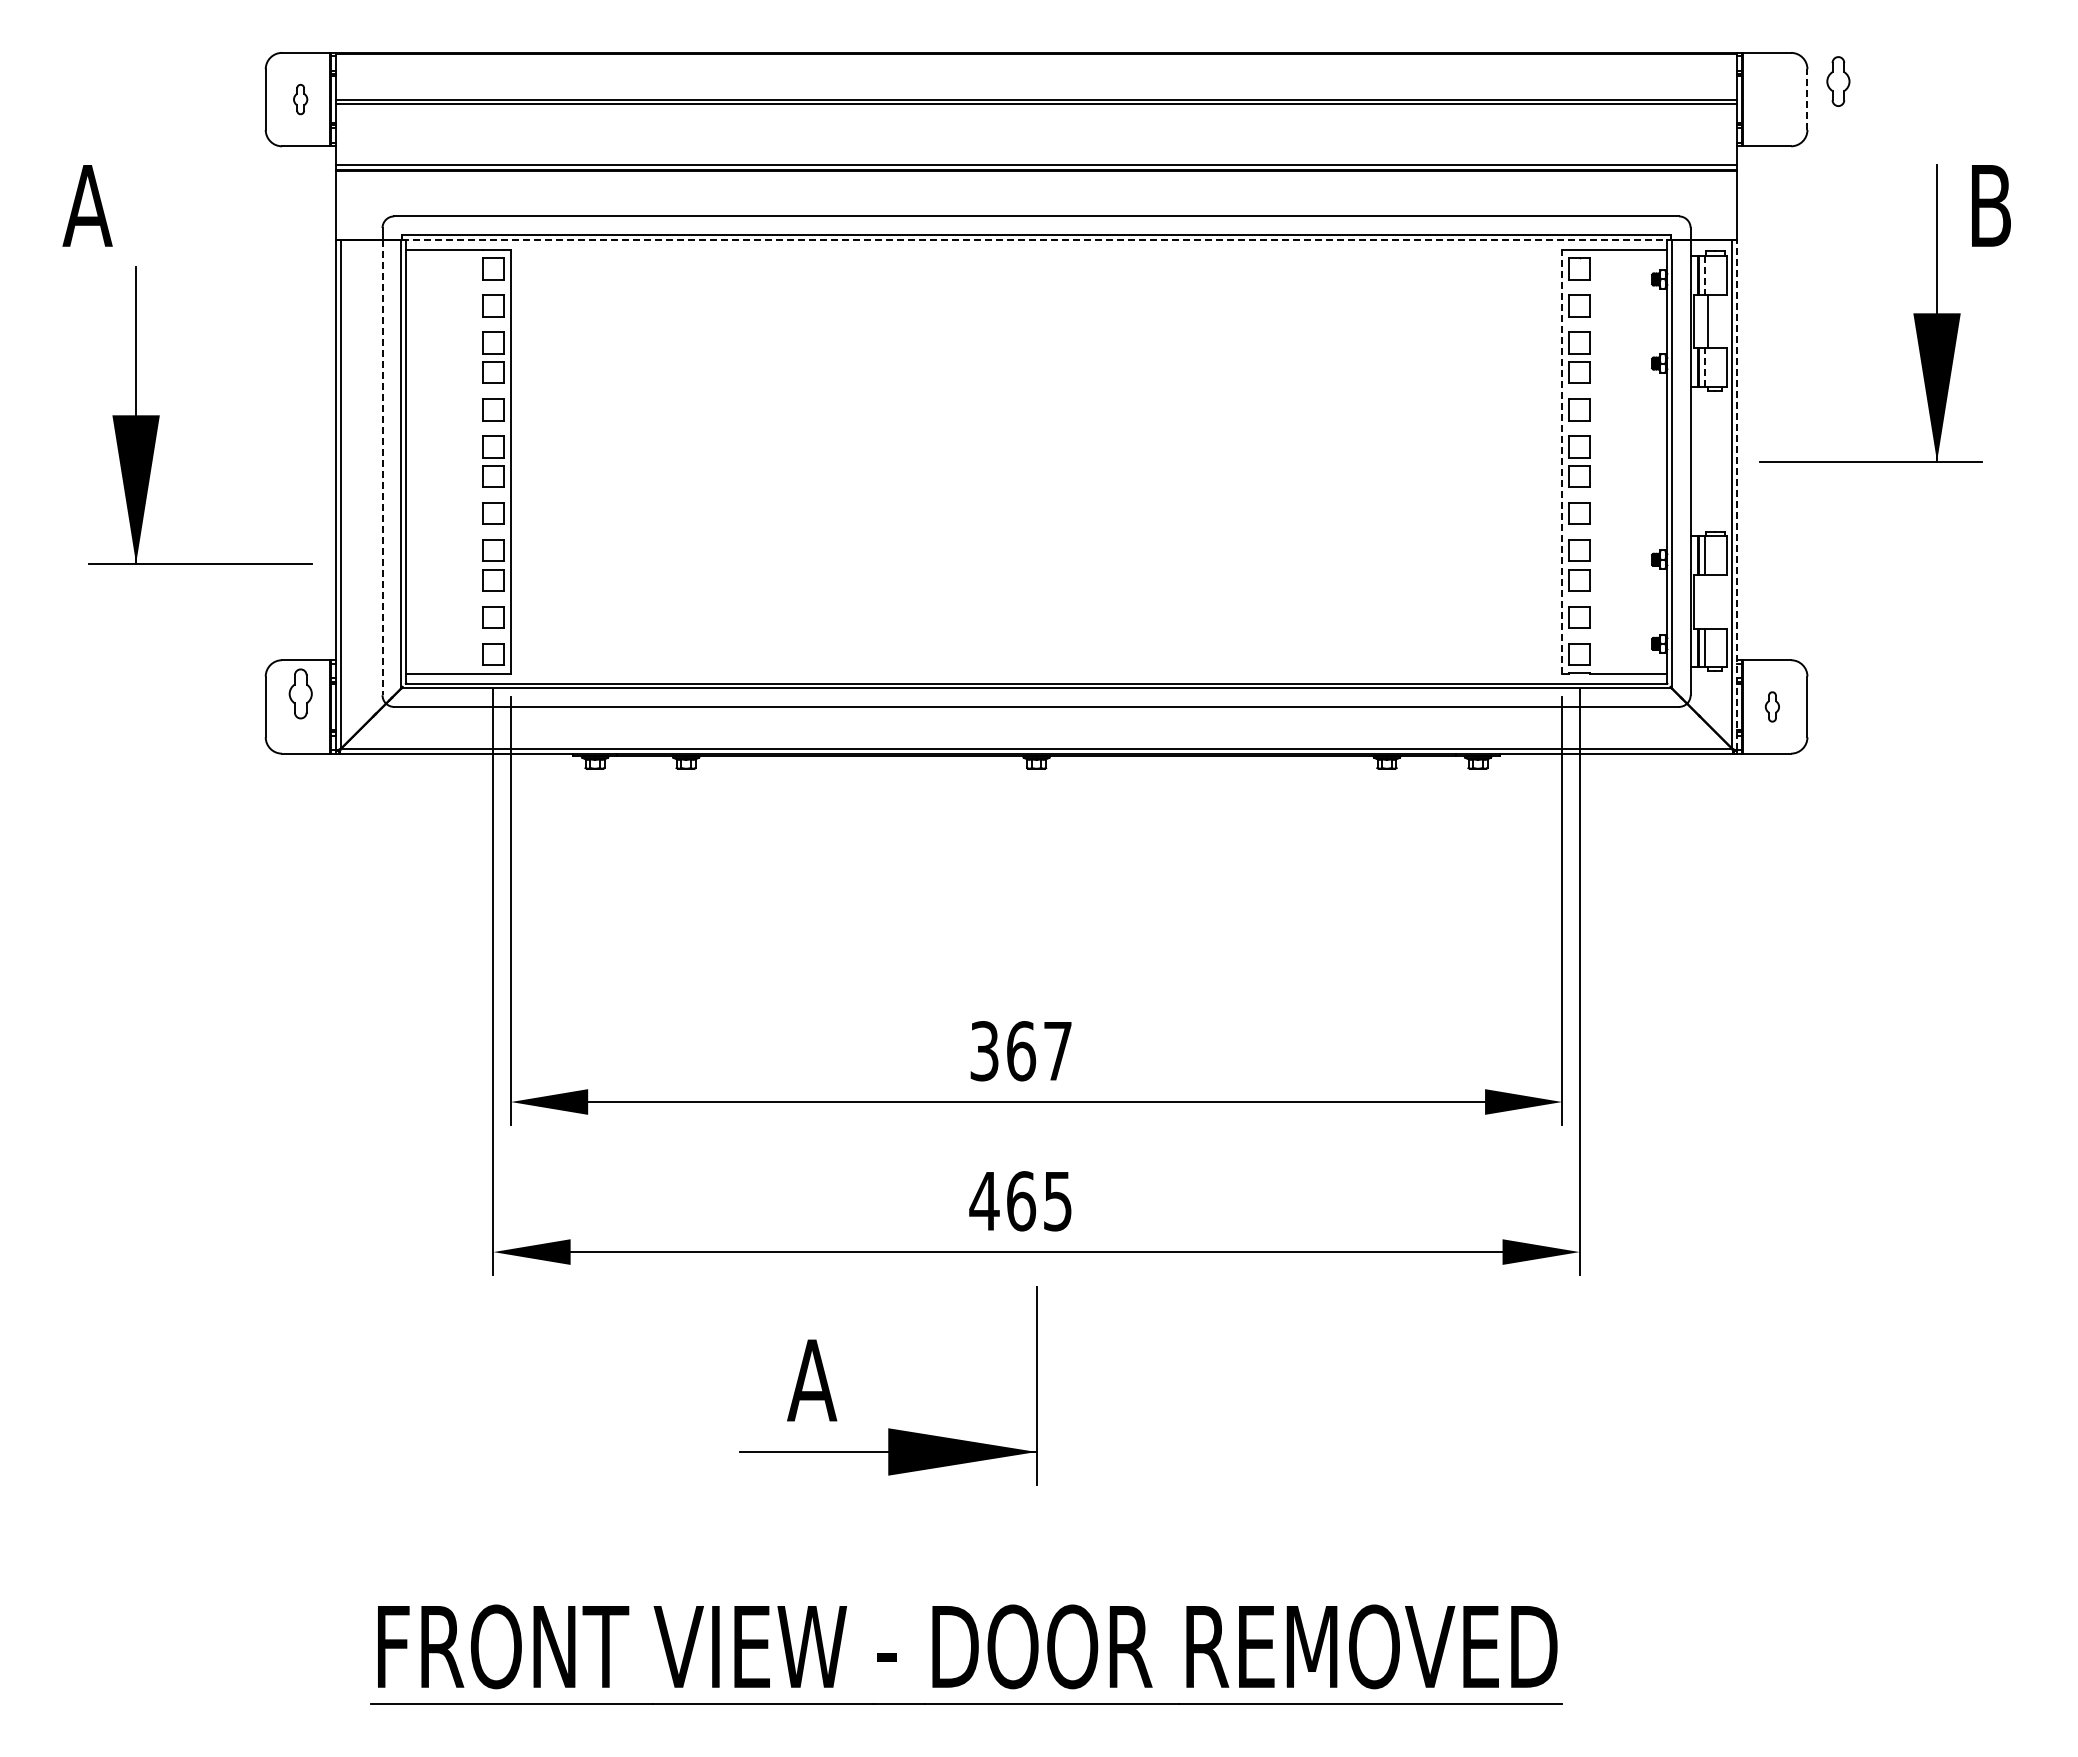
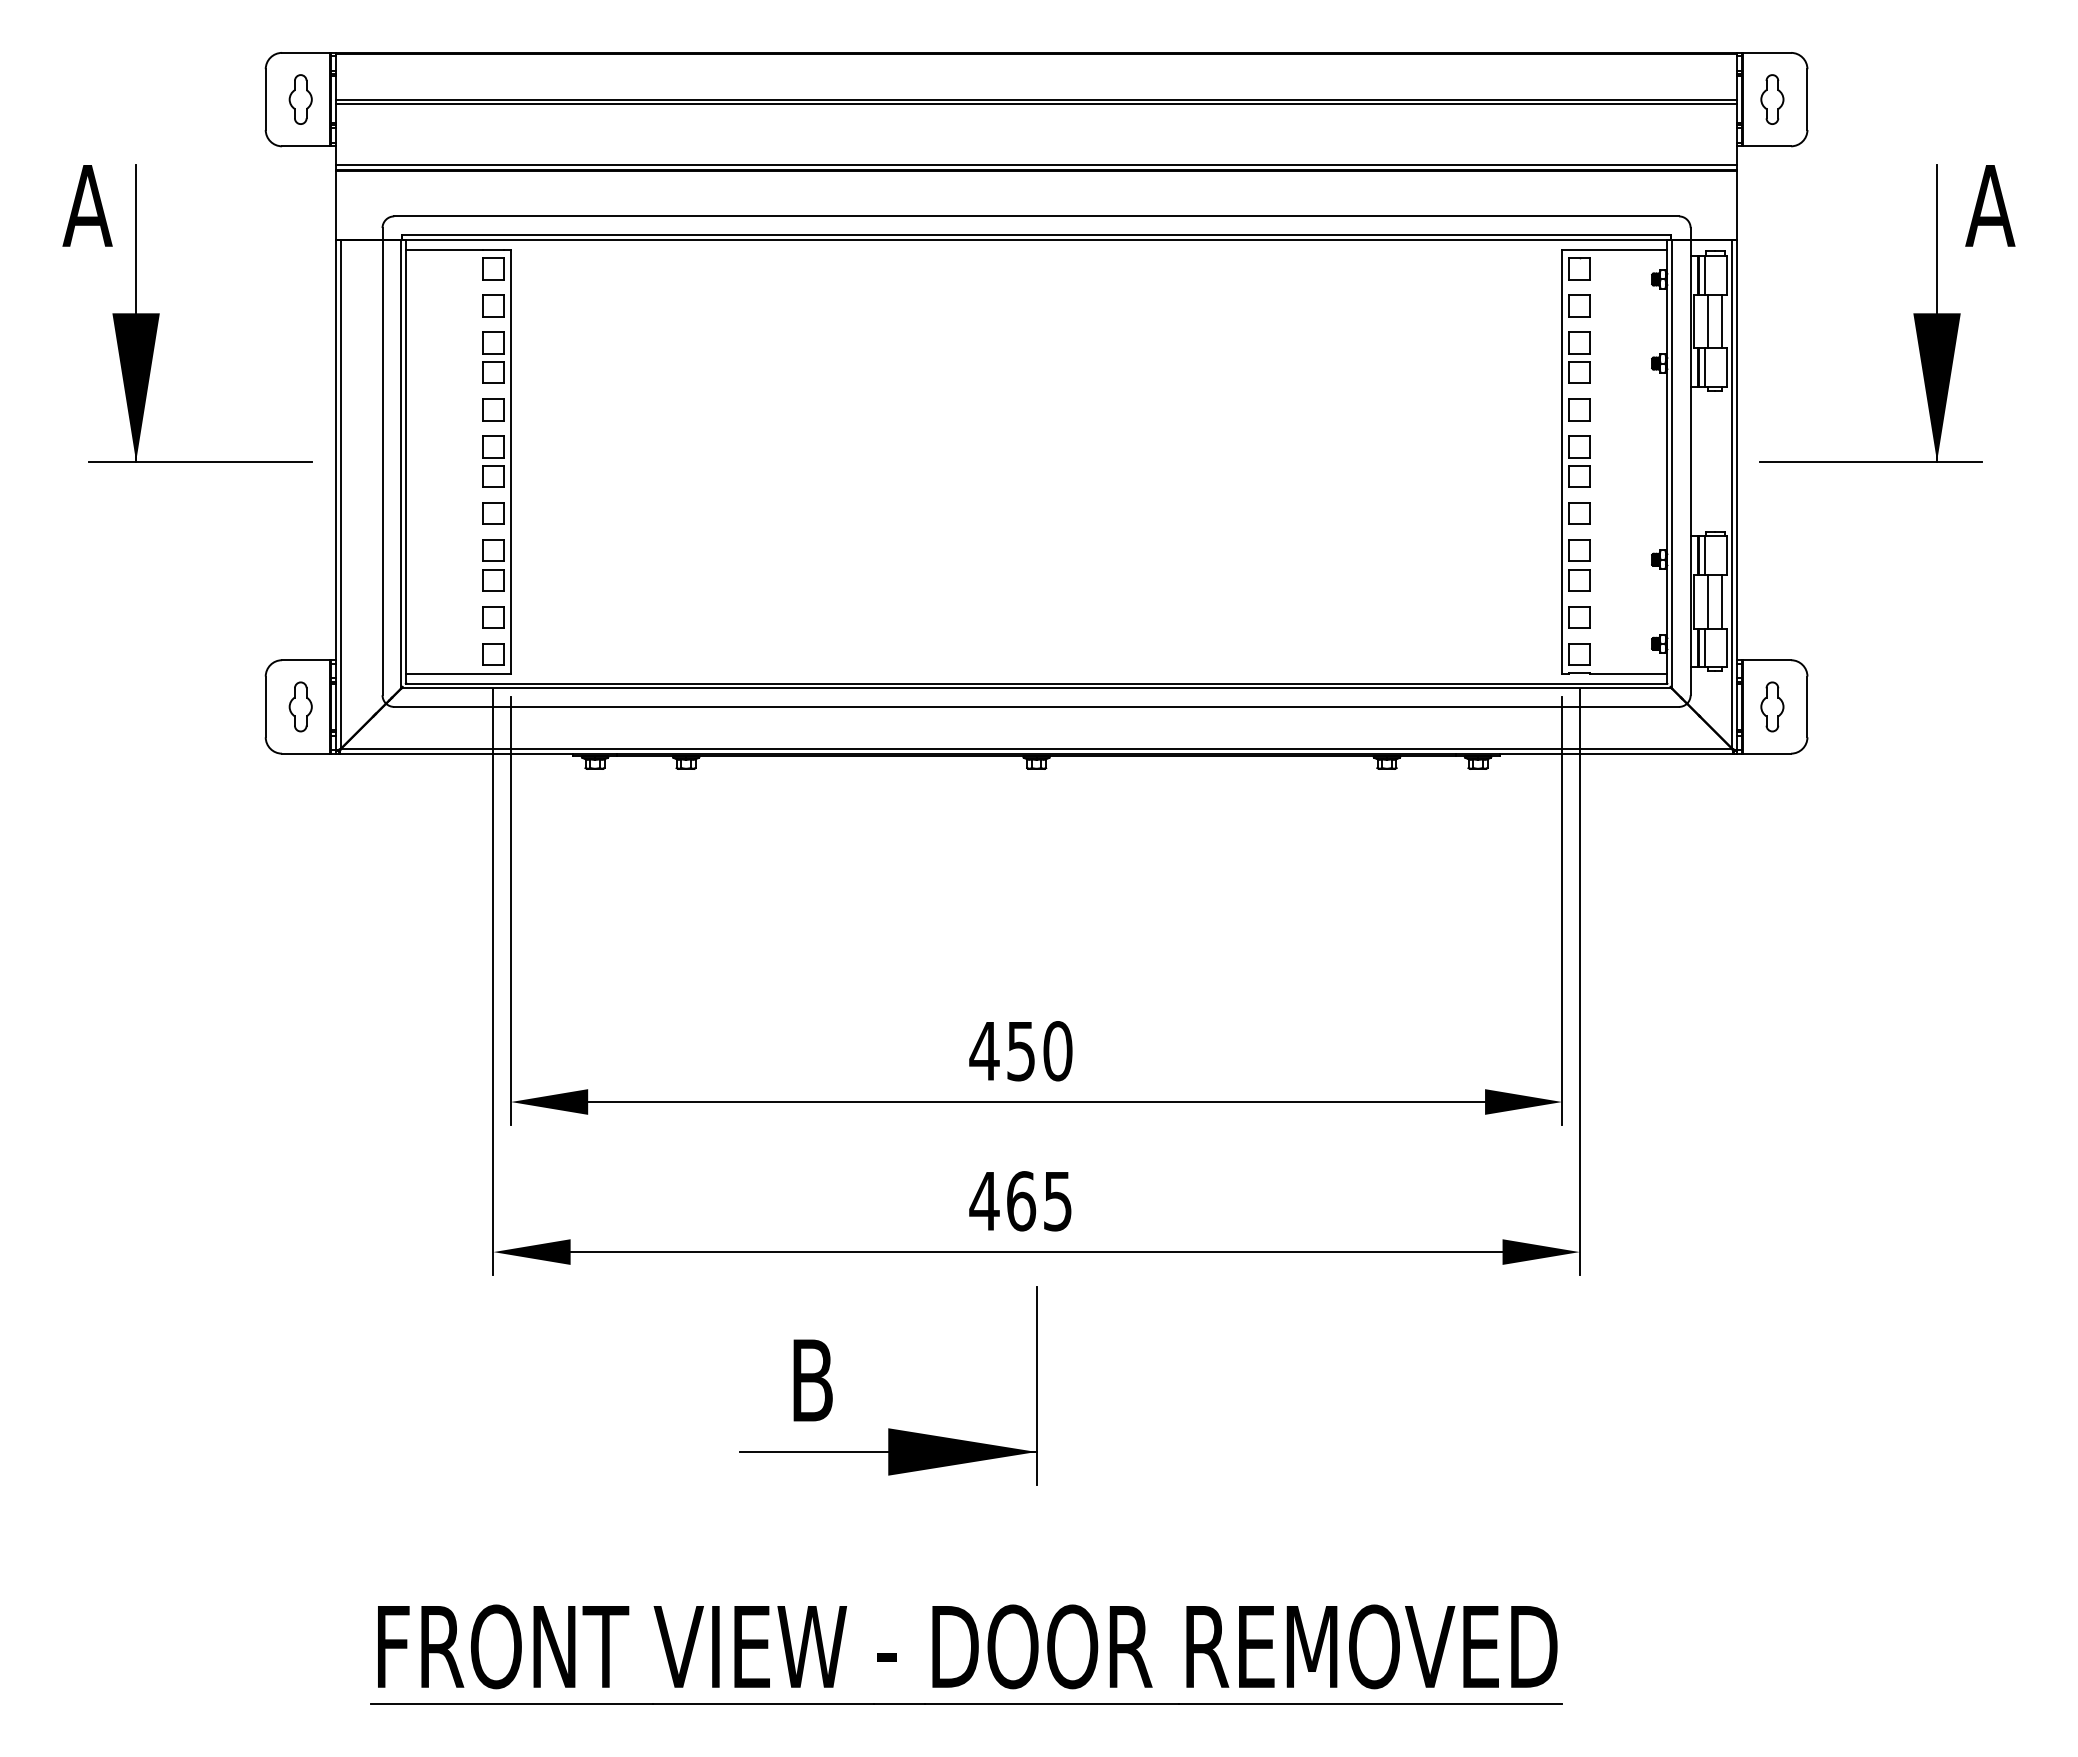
part at (1838, 81) position: (1838, 81) -> (1772, 99)
part at (300, 99) size: 16x32 px -> 25x51 px
line at (1807, 99): dashed -> solid
text at (1990, 205): B -> A
line at (1037, 239): dashed -> solid
line at (1705, 275): dashed -> solid
line at (1722, 321): none -> present
line at (1705, 367): dashed -> solid
part at (159, 415) position: (159, 415) -> (159, 313)
line at (1562, 461): dashed -> solid
line at (382, 467): dashed -> solid
line at (1737, 495): dashed -> solid
line at (1708, 601): none -> present
line at (1722, 601): none -> present
part at (300, 693) position: (300, 693) -> (300, 706)
part at (1771, 706) size: 16x32 px -> 25x52 px
text at (1020, 1051): 367 -> 450
text at (812, 1380): A -> B
